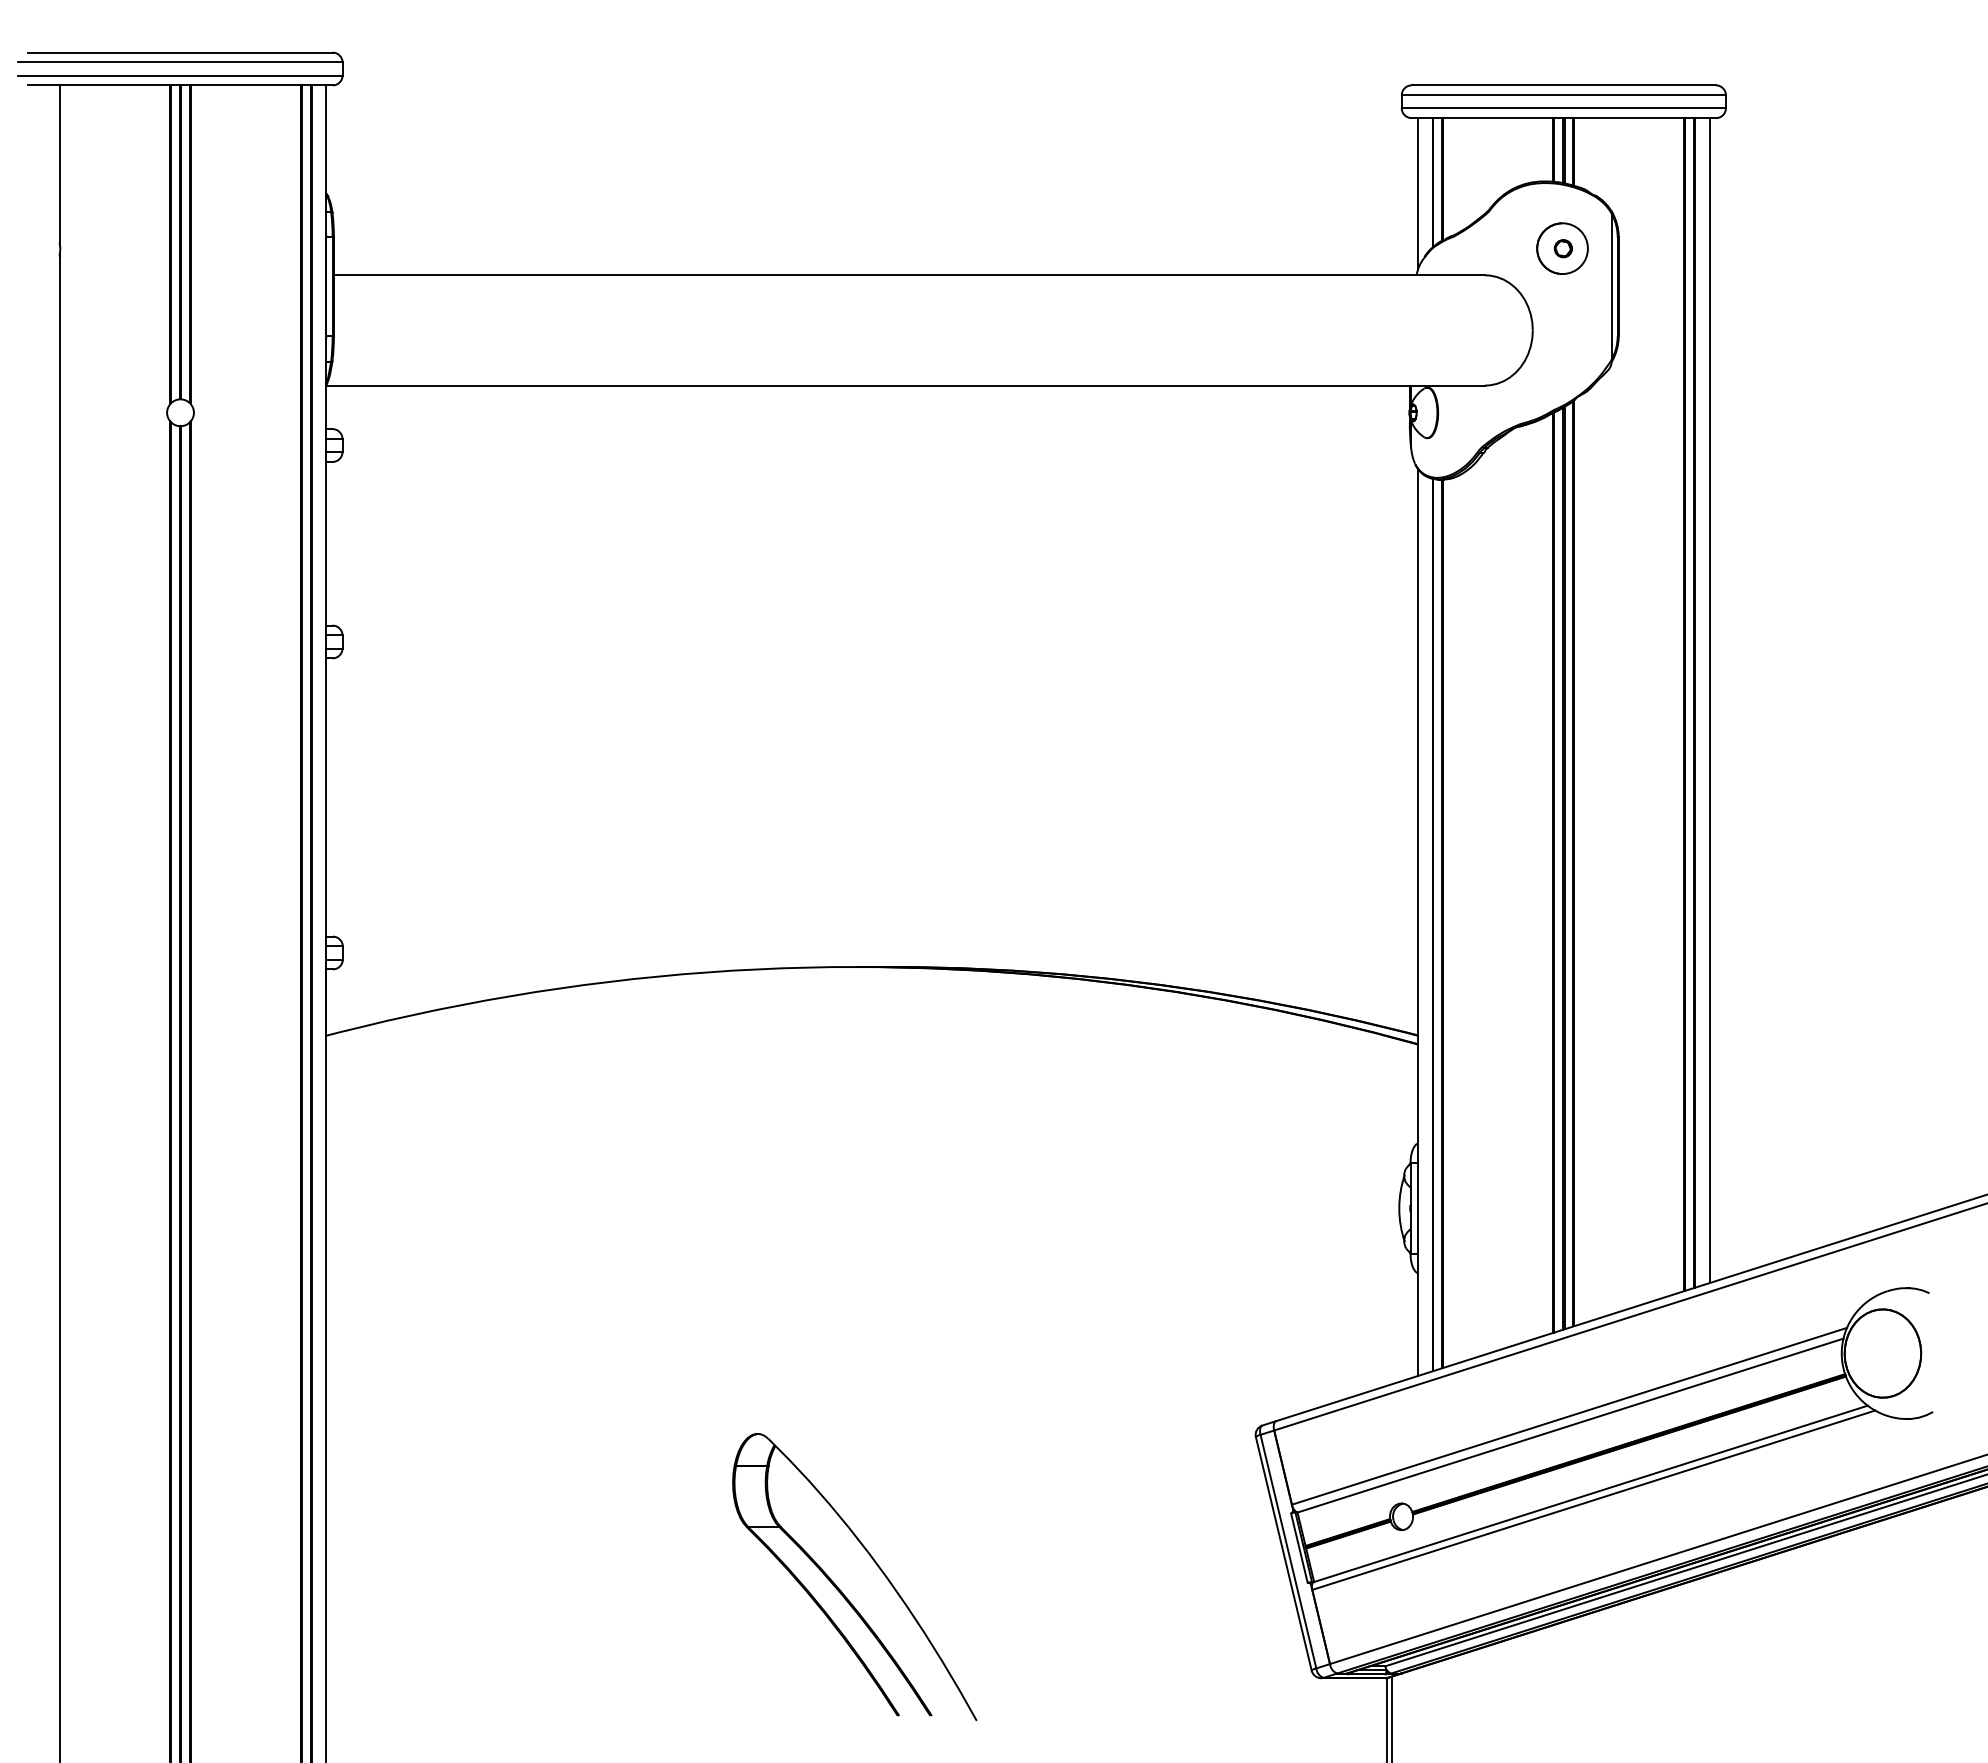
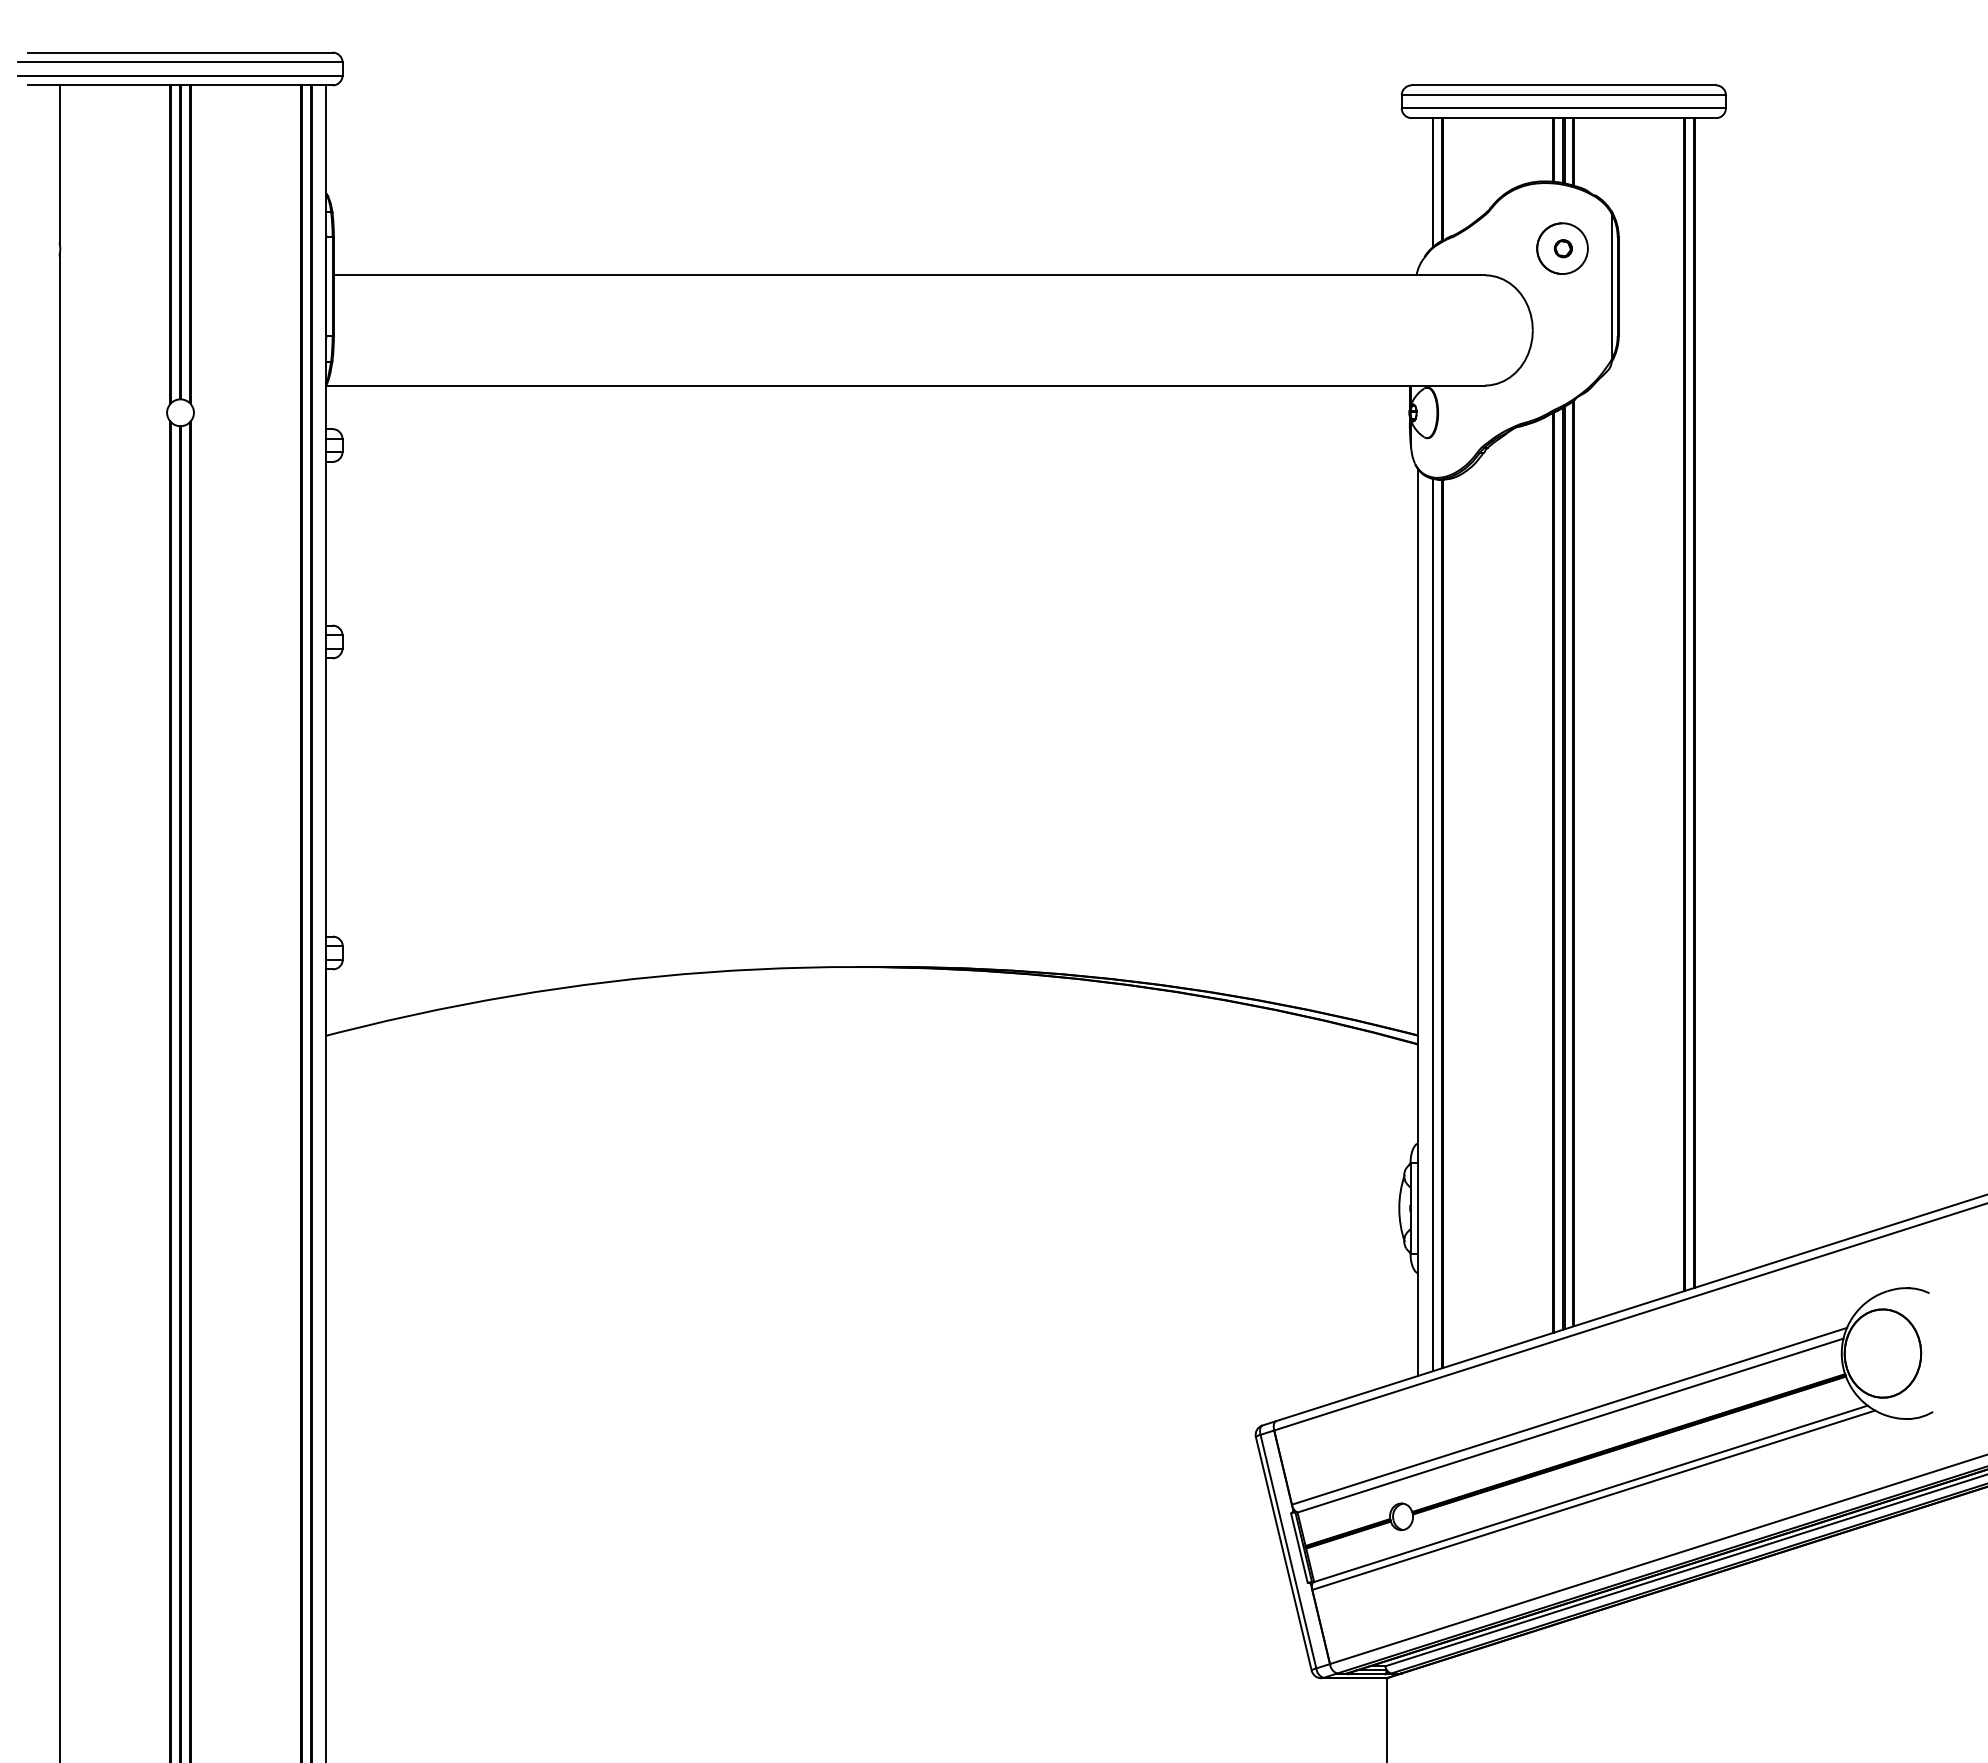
line at (1418, 194): present -> none
line at (1709, 700): present -> none
part at (840, 1589): present -> none
line at (1392, 1717): present -> none
